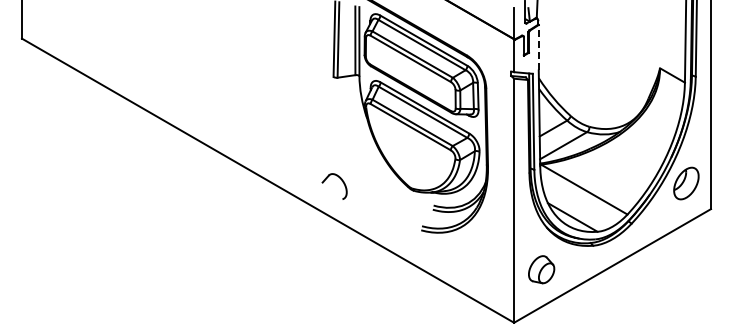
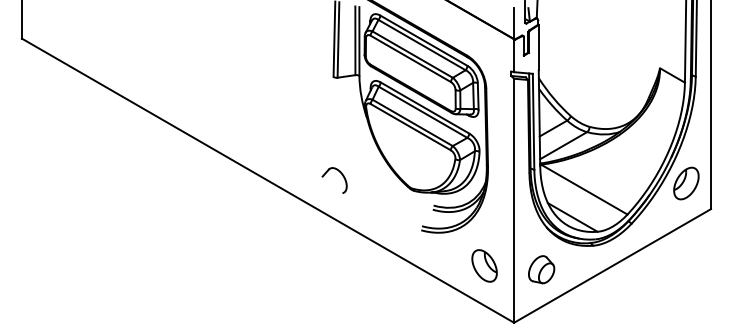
line at (538, 47): dashed -> solid
part at (342, 182) position: (342, 182) -> (342, 176)
part at (484, 265): none -> present
